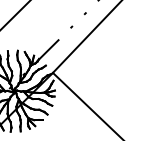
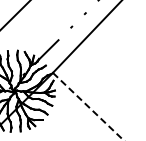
line at (88, 107): solid -> dashed
